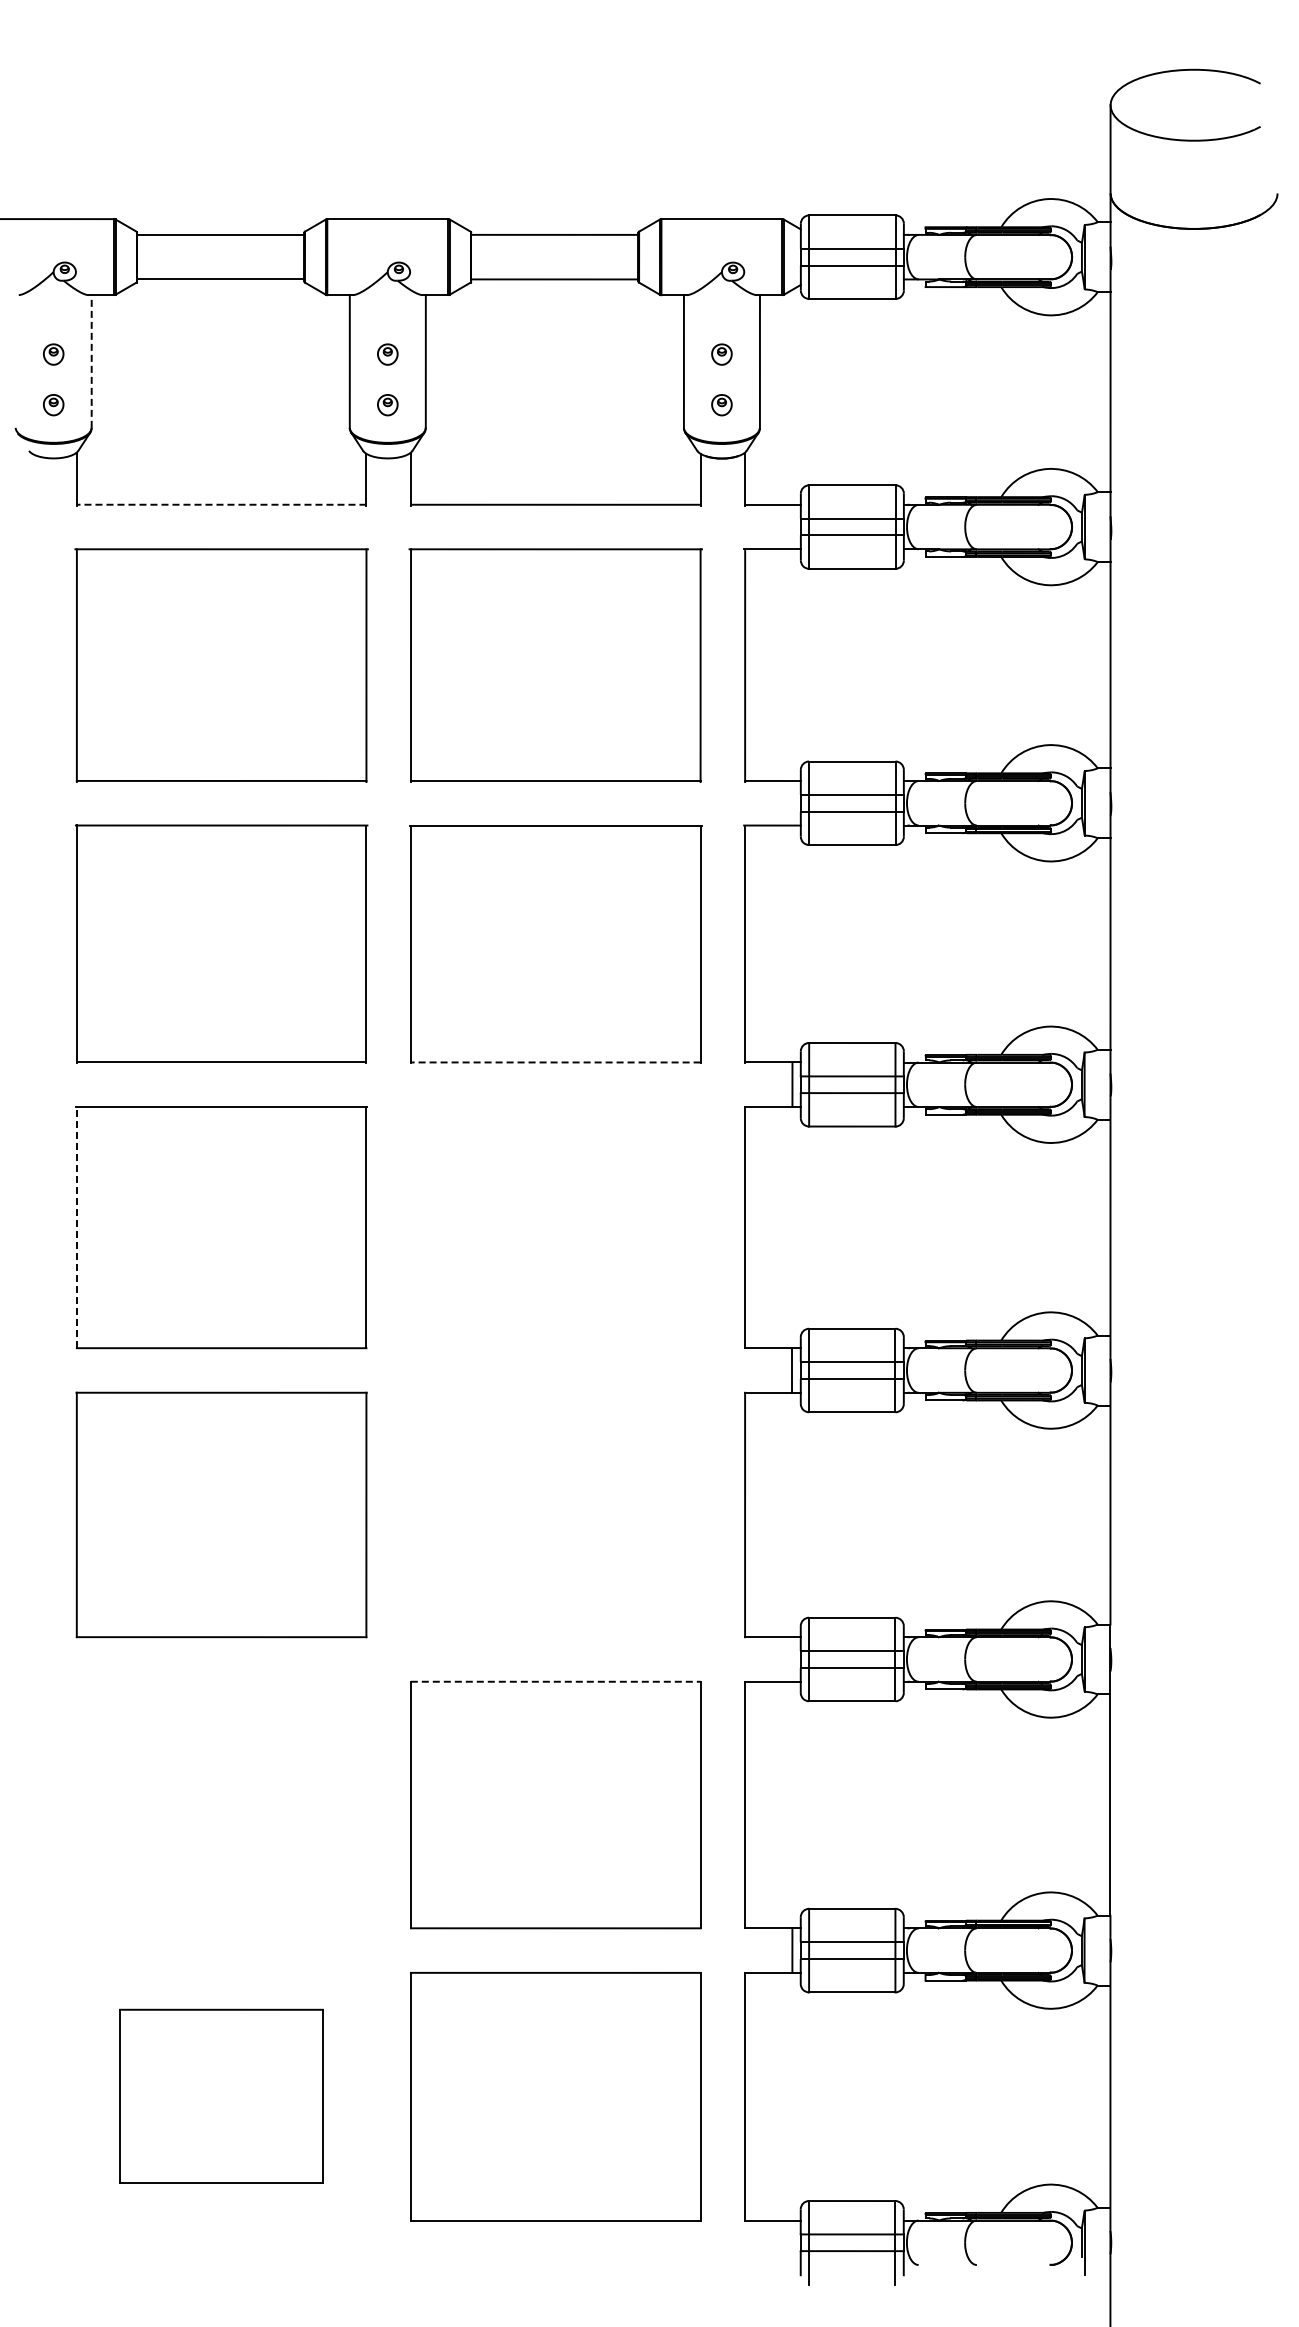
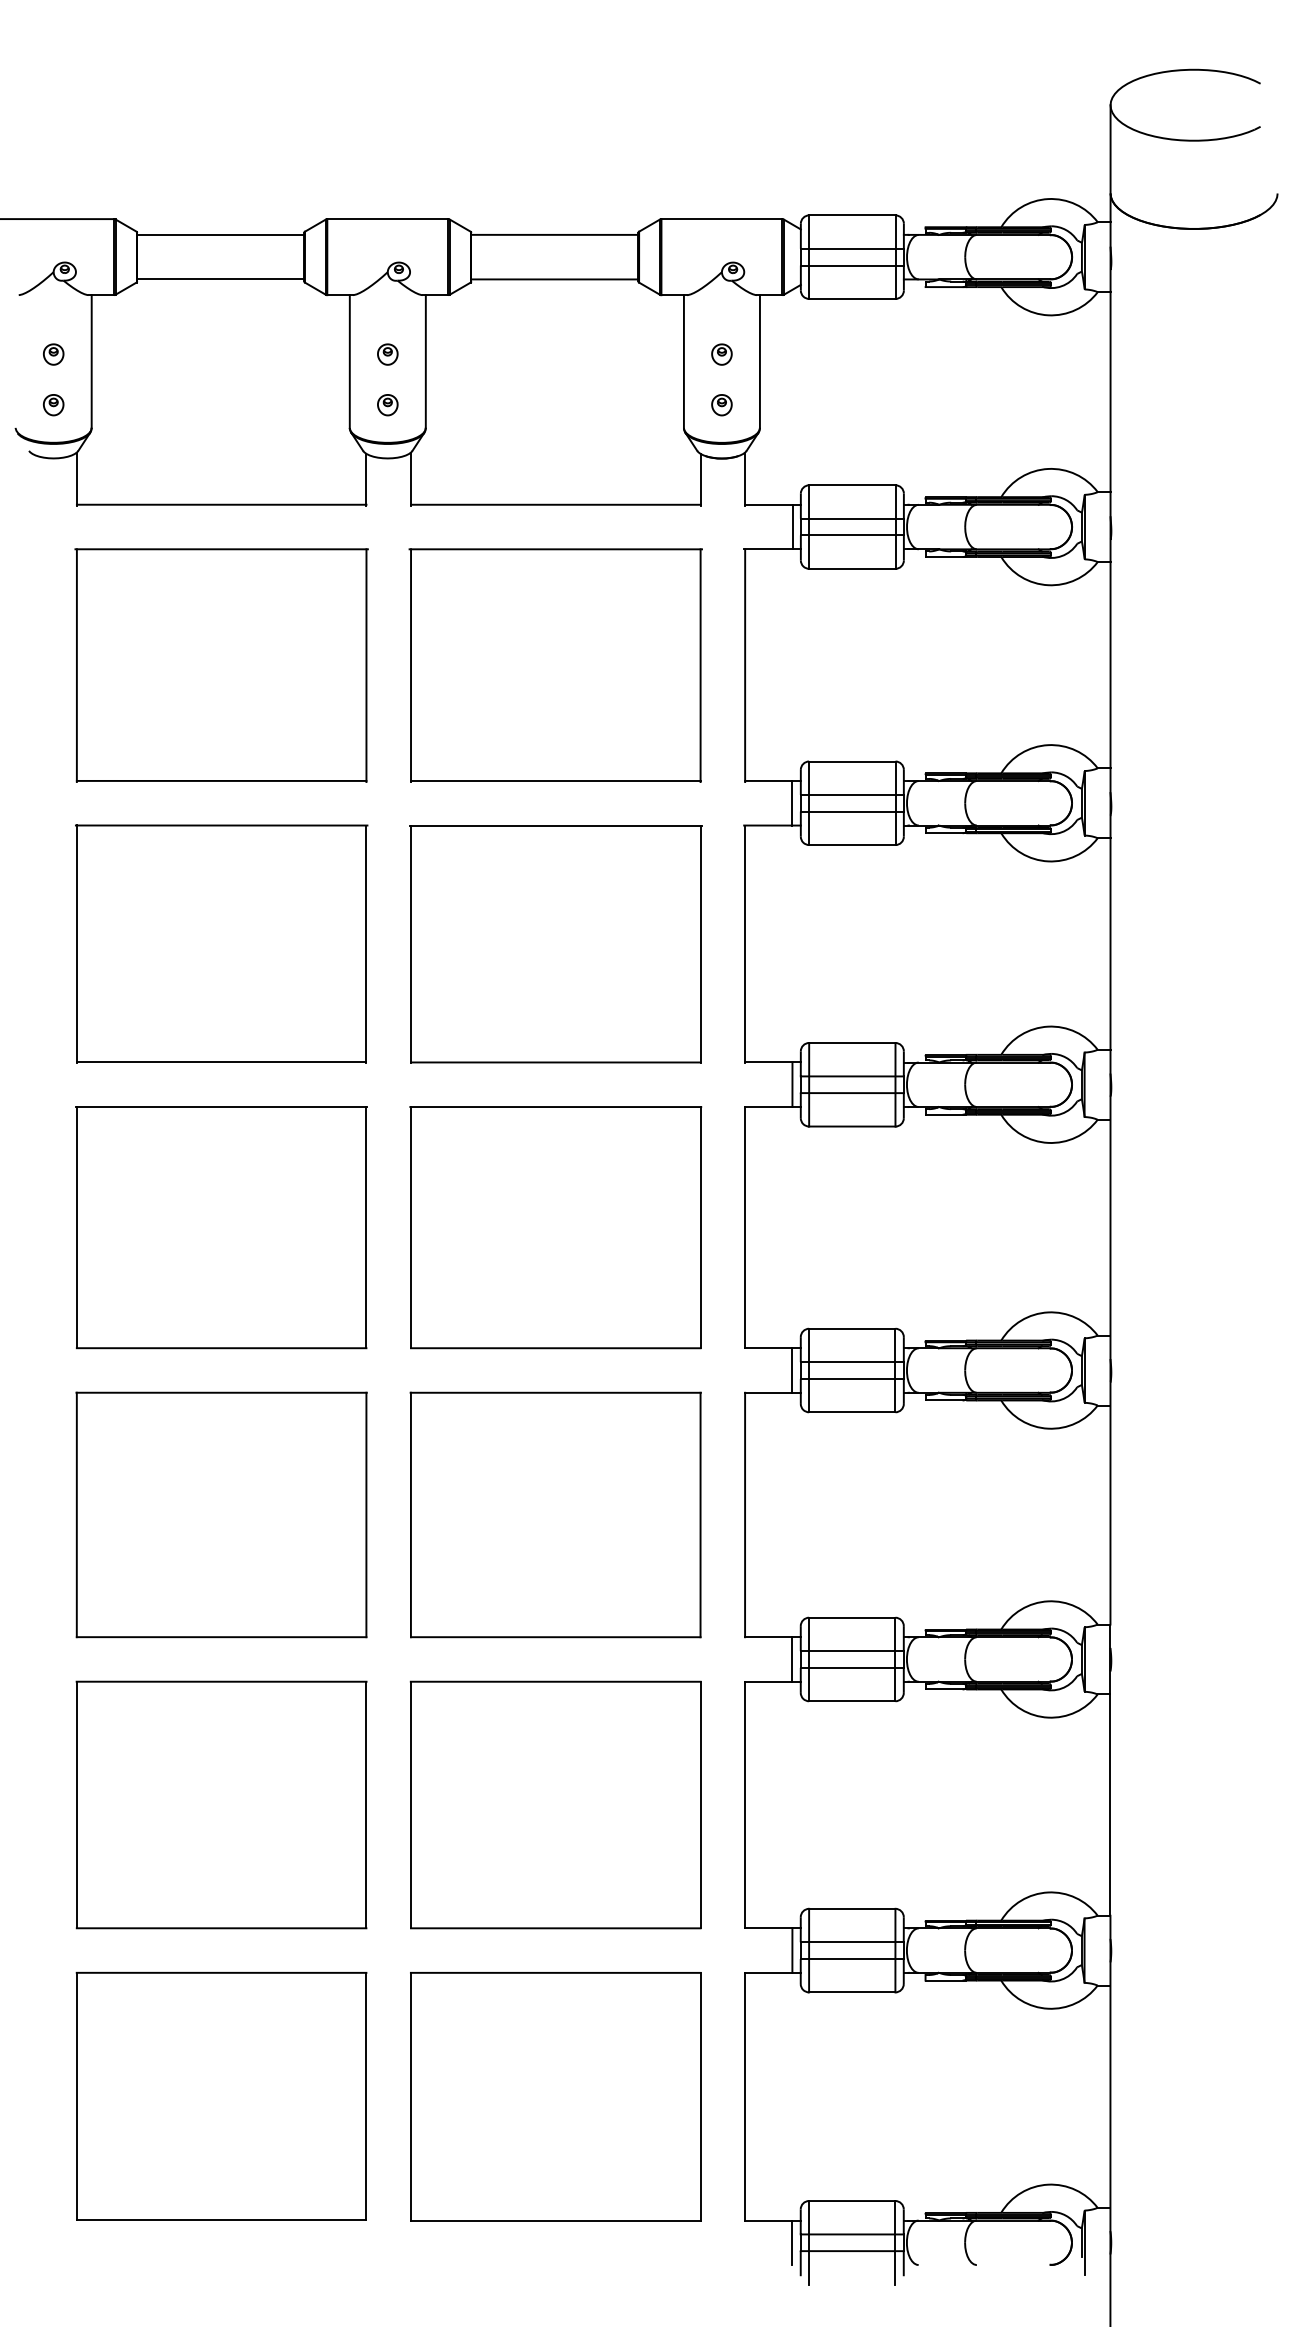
line at (91, 361): dashed -> solid
line at (221, 504): dashed -> solid
line at (792, 526): none -> present
line at (792, 803): none -> present
line at (555, 1062): dashed -> solid
line at (76, 1227): dashed -> solid
part at (555, 1227): none -> present
part at (555, 1514): none -> present
line at (792, 1659): none -> present
line at (555, 1681): dashed -> solid
part at (221, 1804): none -> present
part at (221, 2095) size: 205x176 px -> 293x250 px
line at (792, 2242): none -> present
